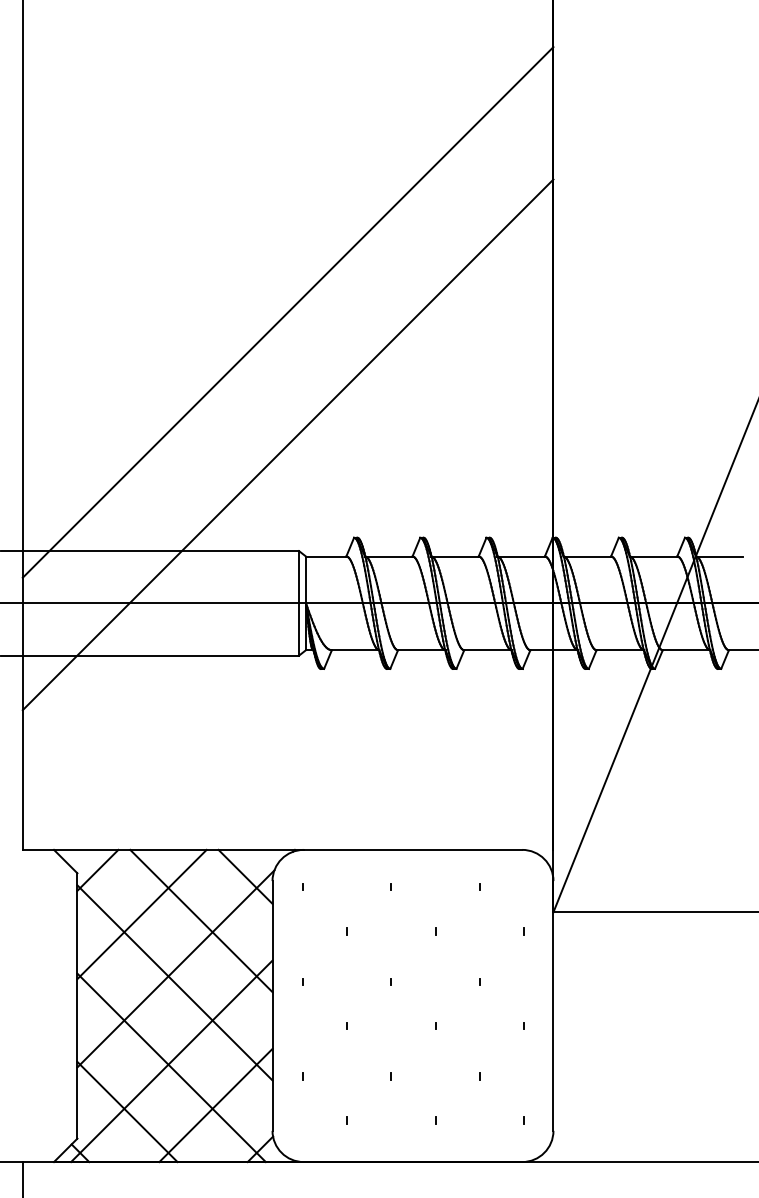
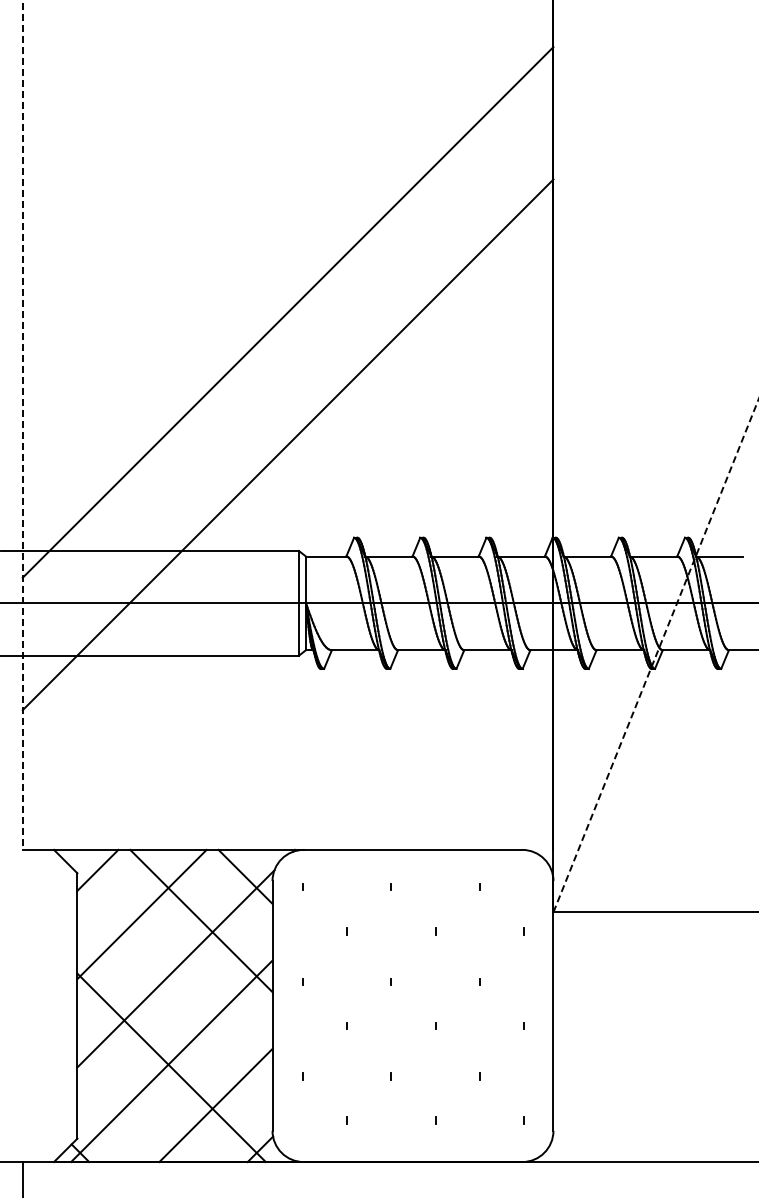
line at (22, 425): solid -> dashed
line at (656, 655): solid -> dashed
line at (174, 982): present -> none
line at (127, 1111): present -> none
